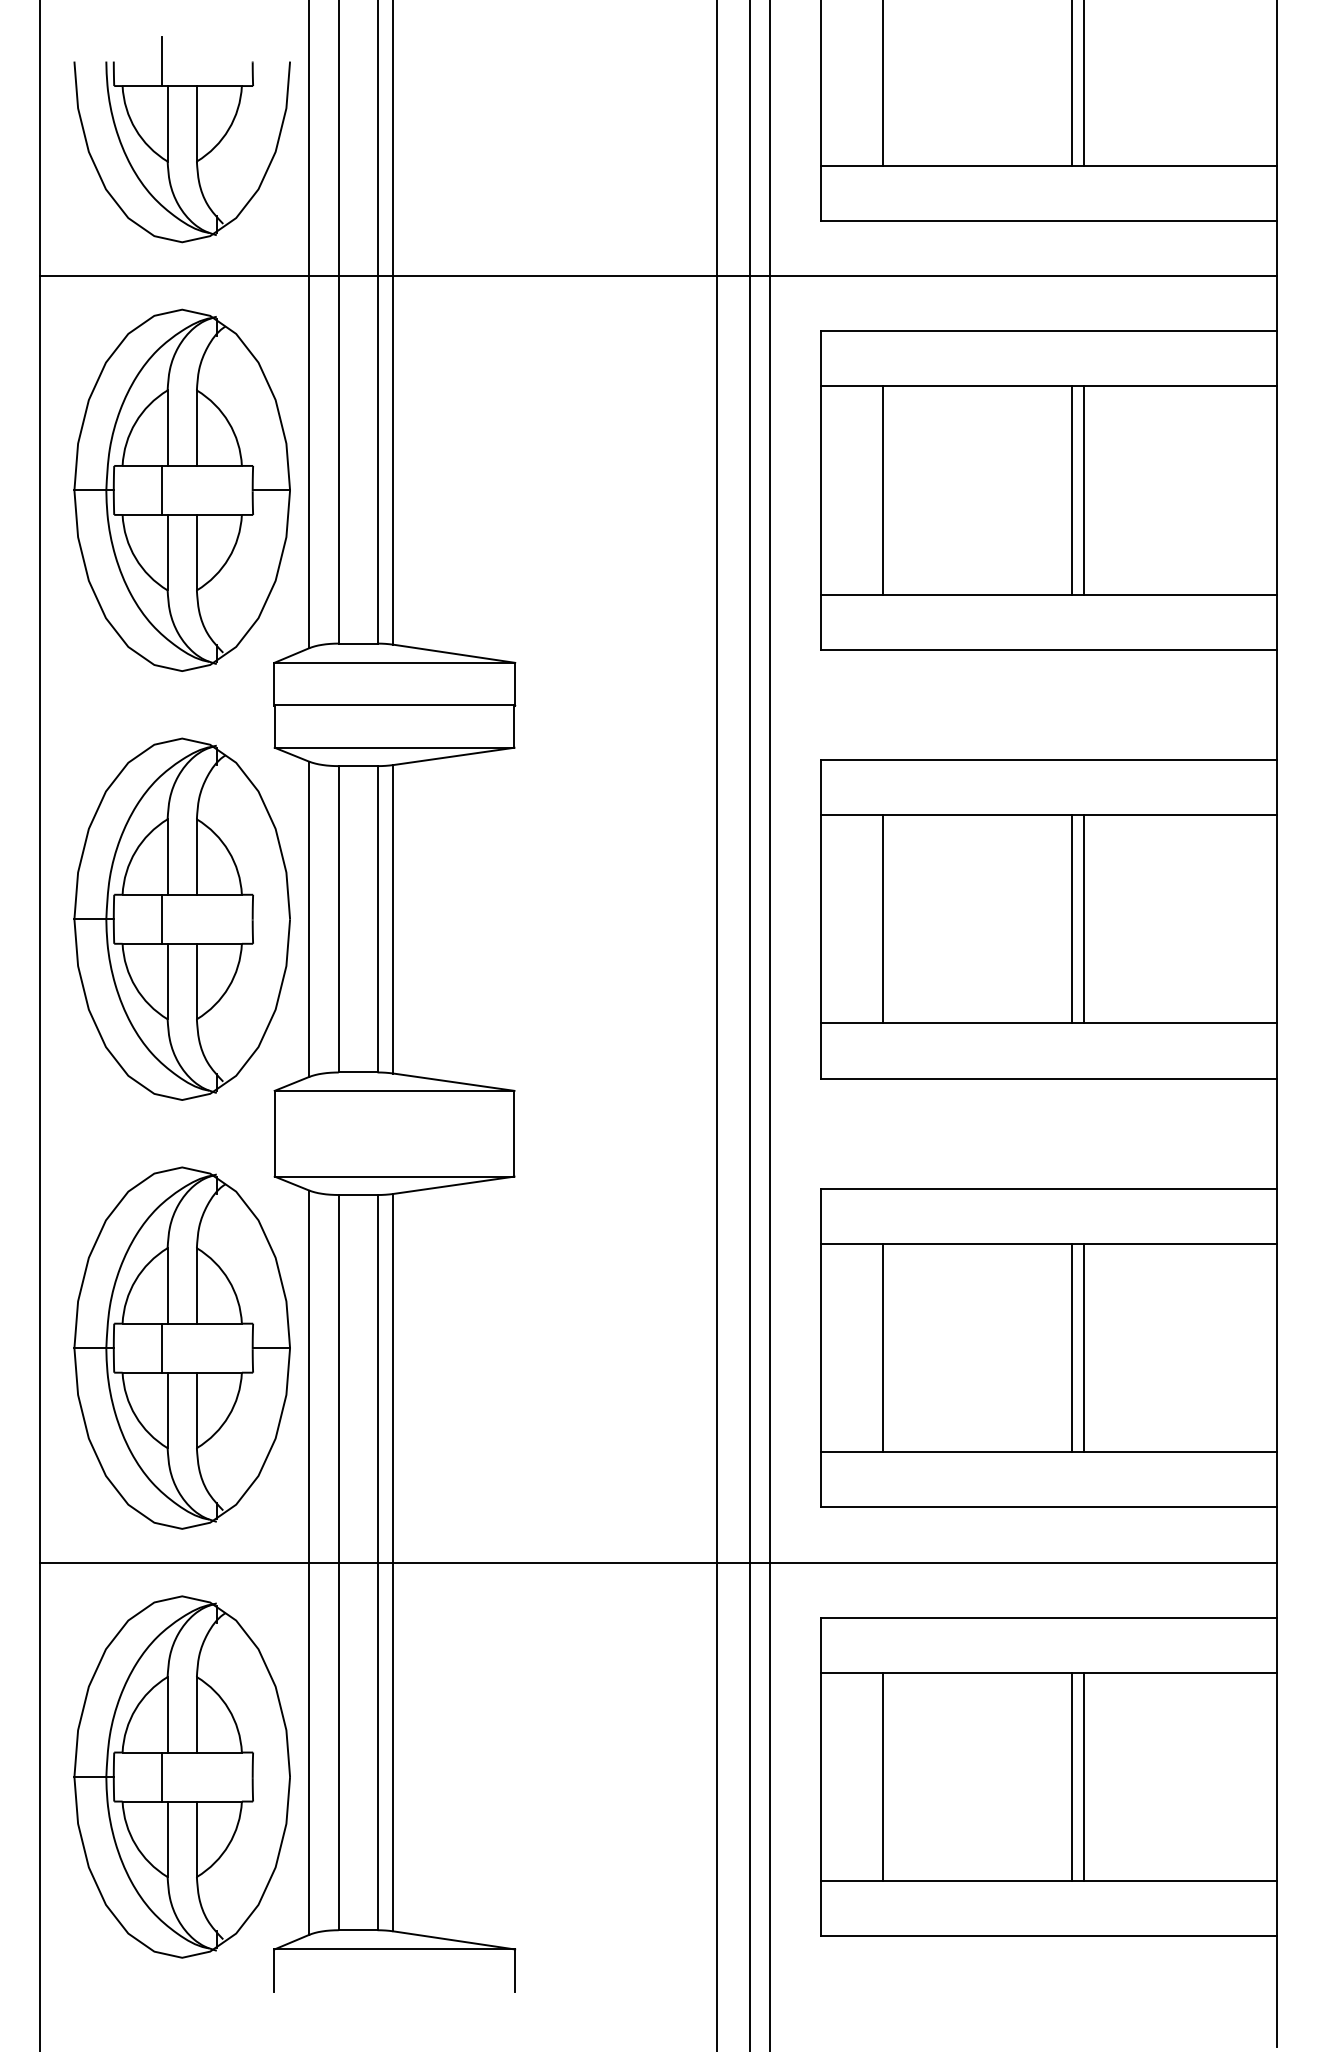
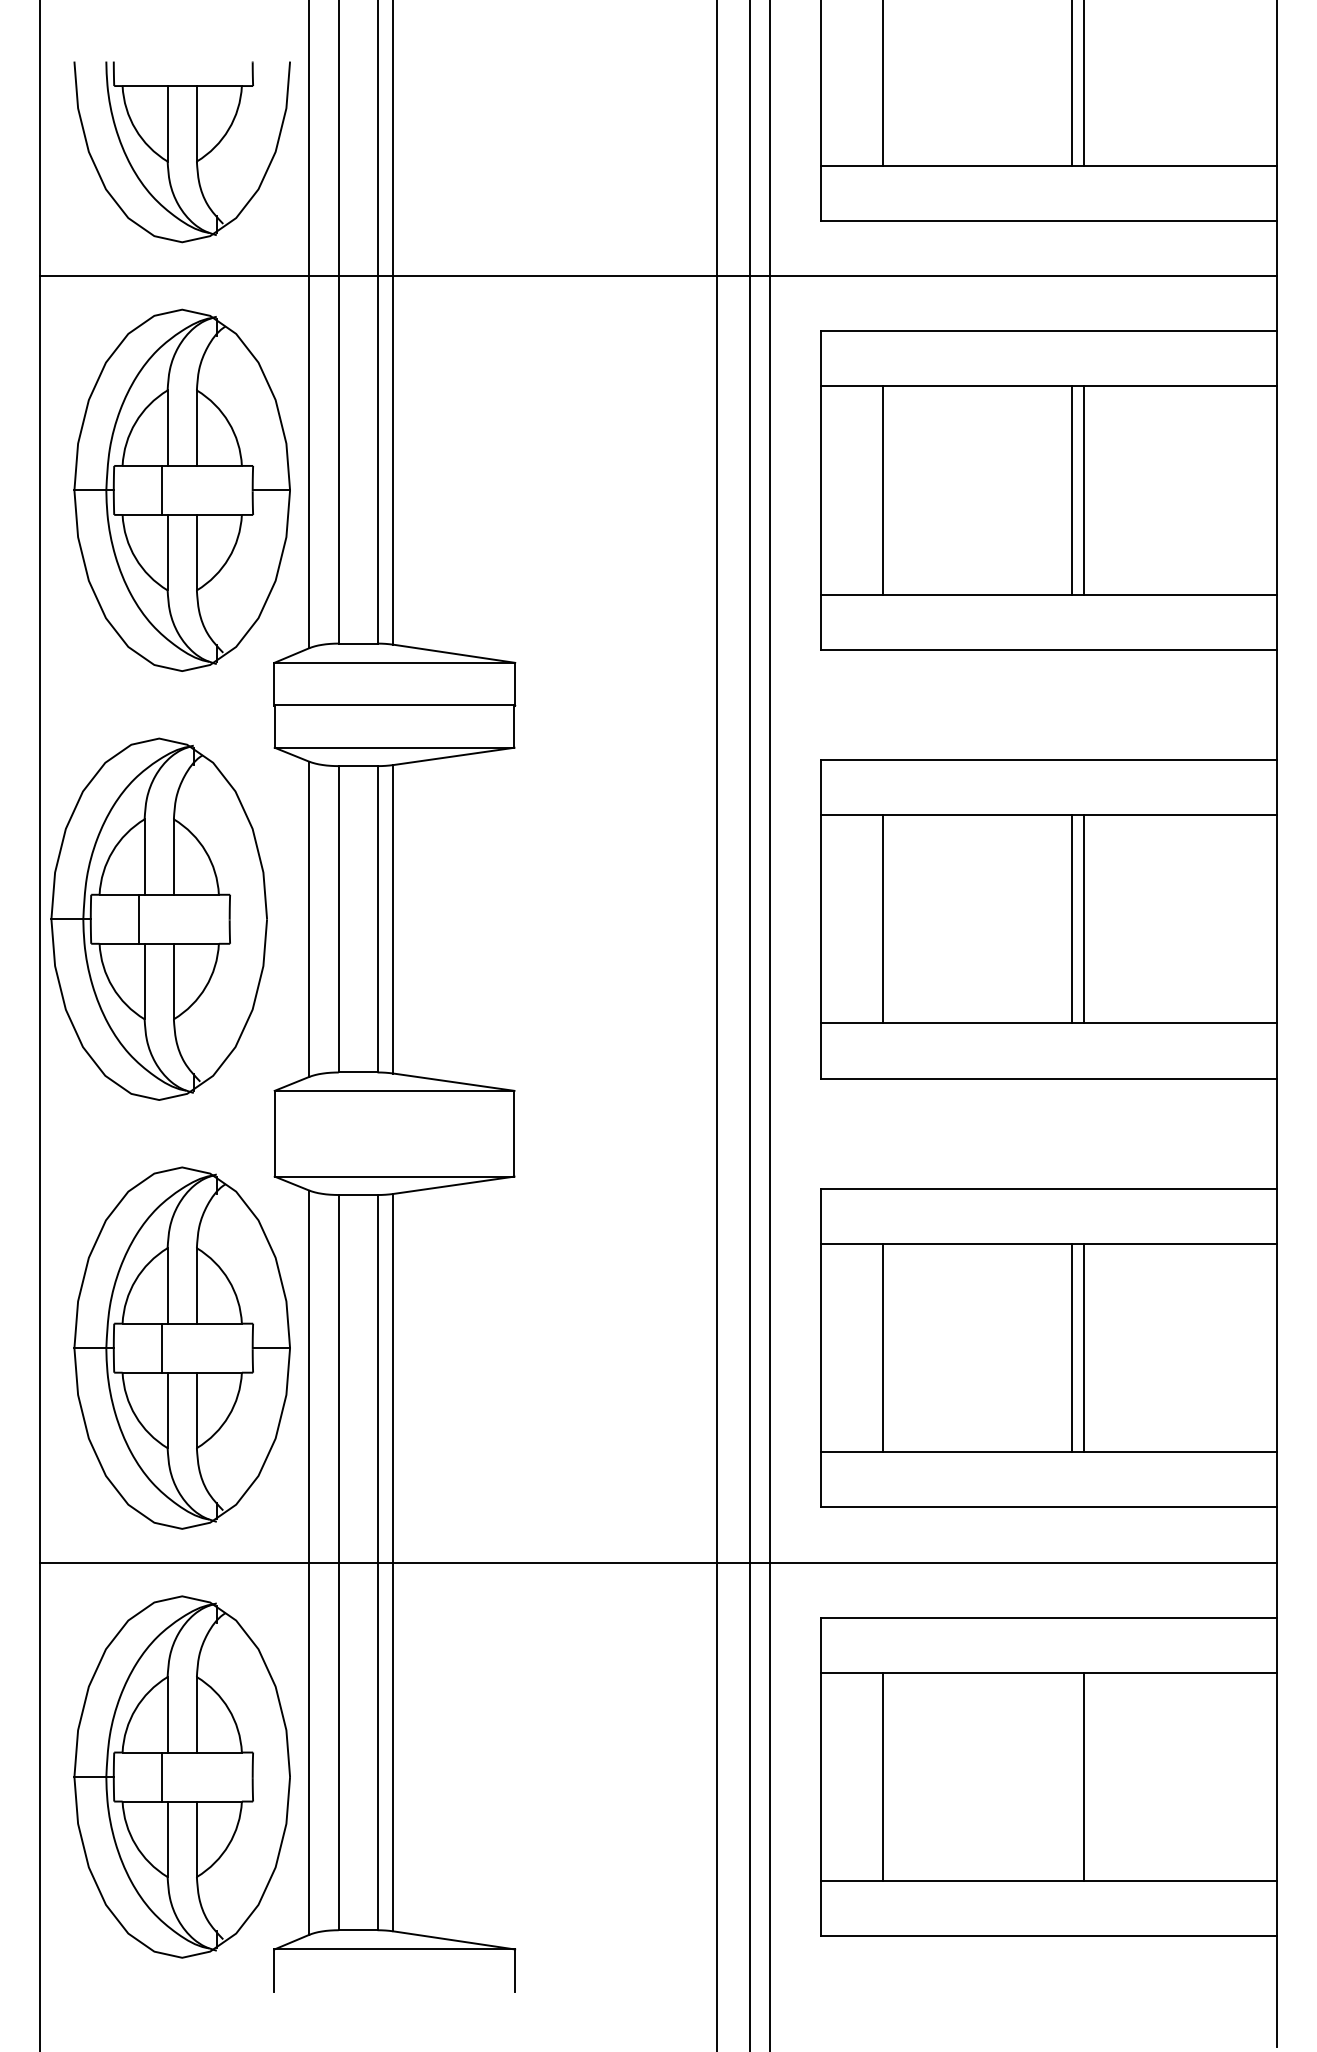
line at (161, 61): present -> none
part at (181, 918) position: (181, 918) -> (158, 918)
line at (1071, 1776): present -> none
